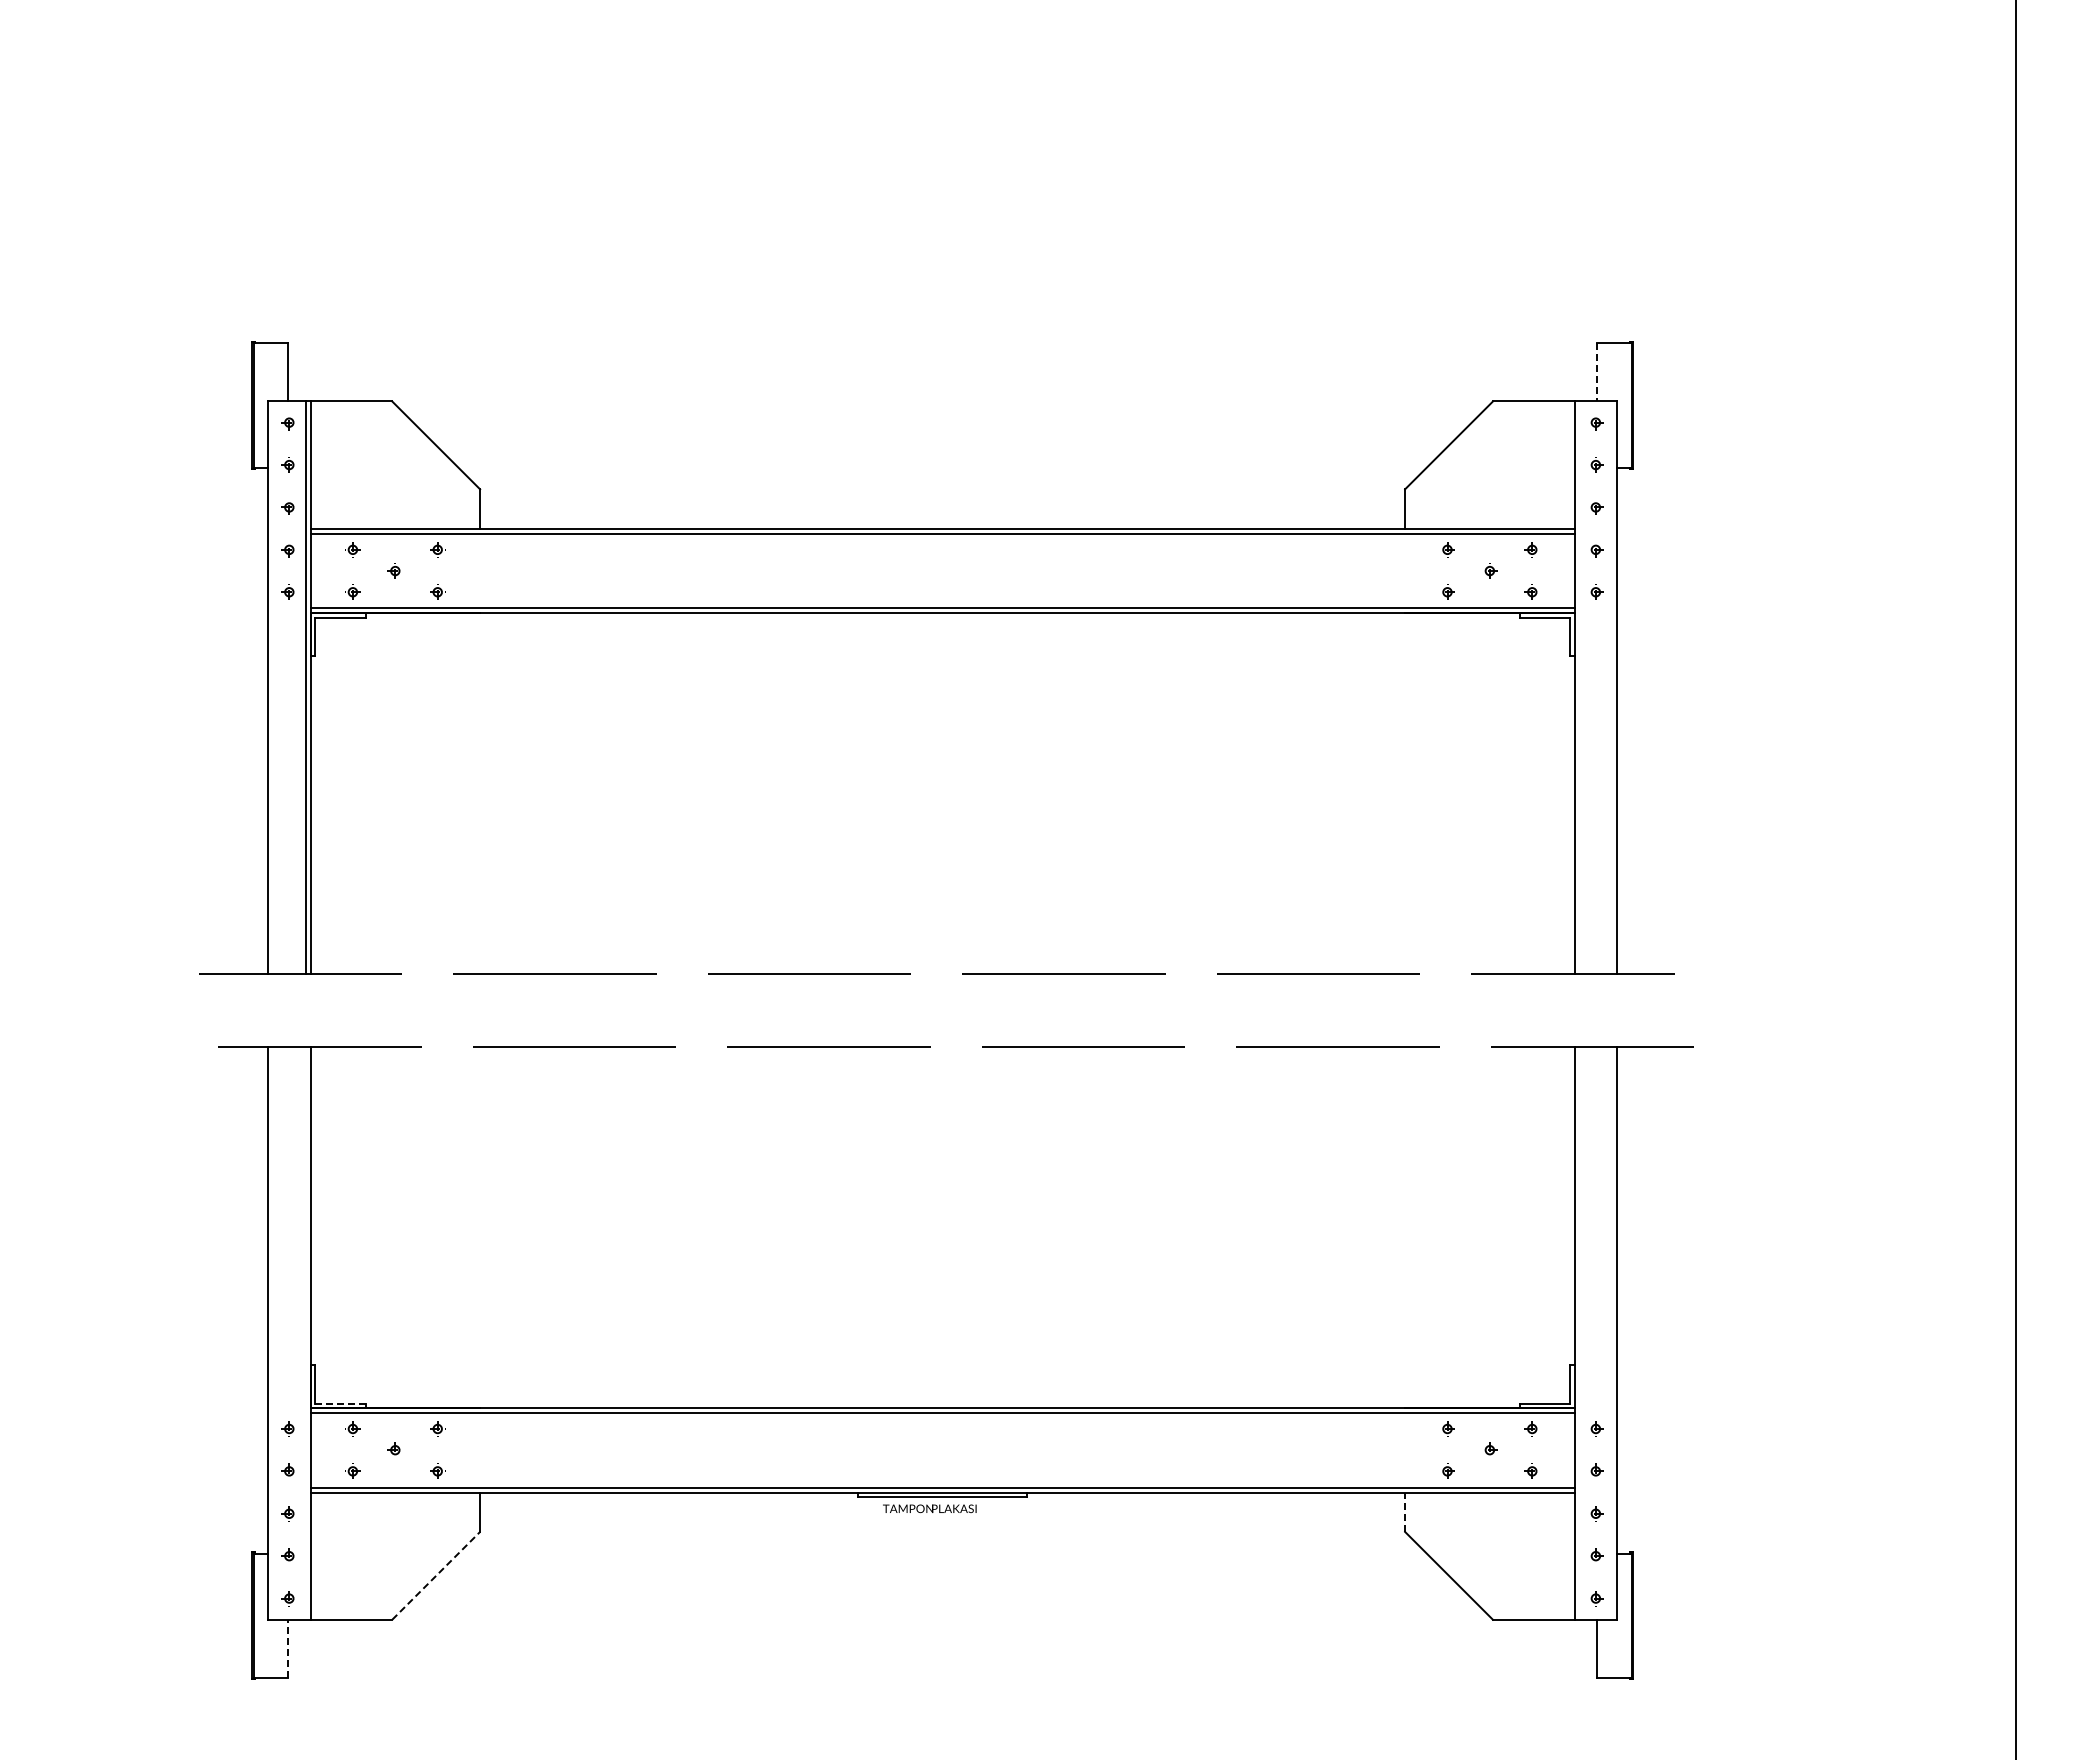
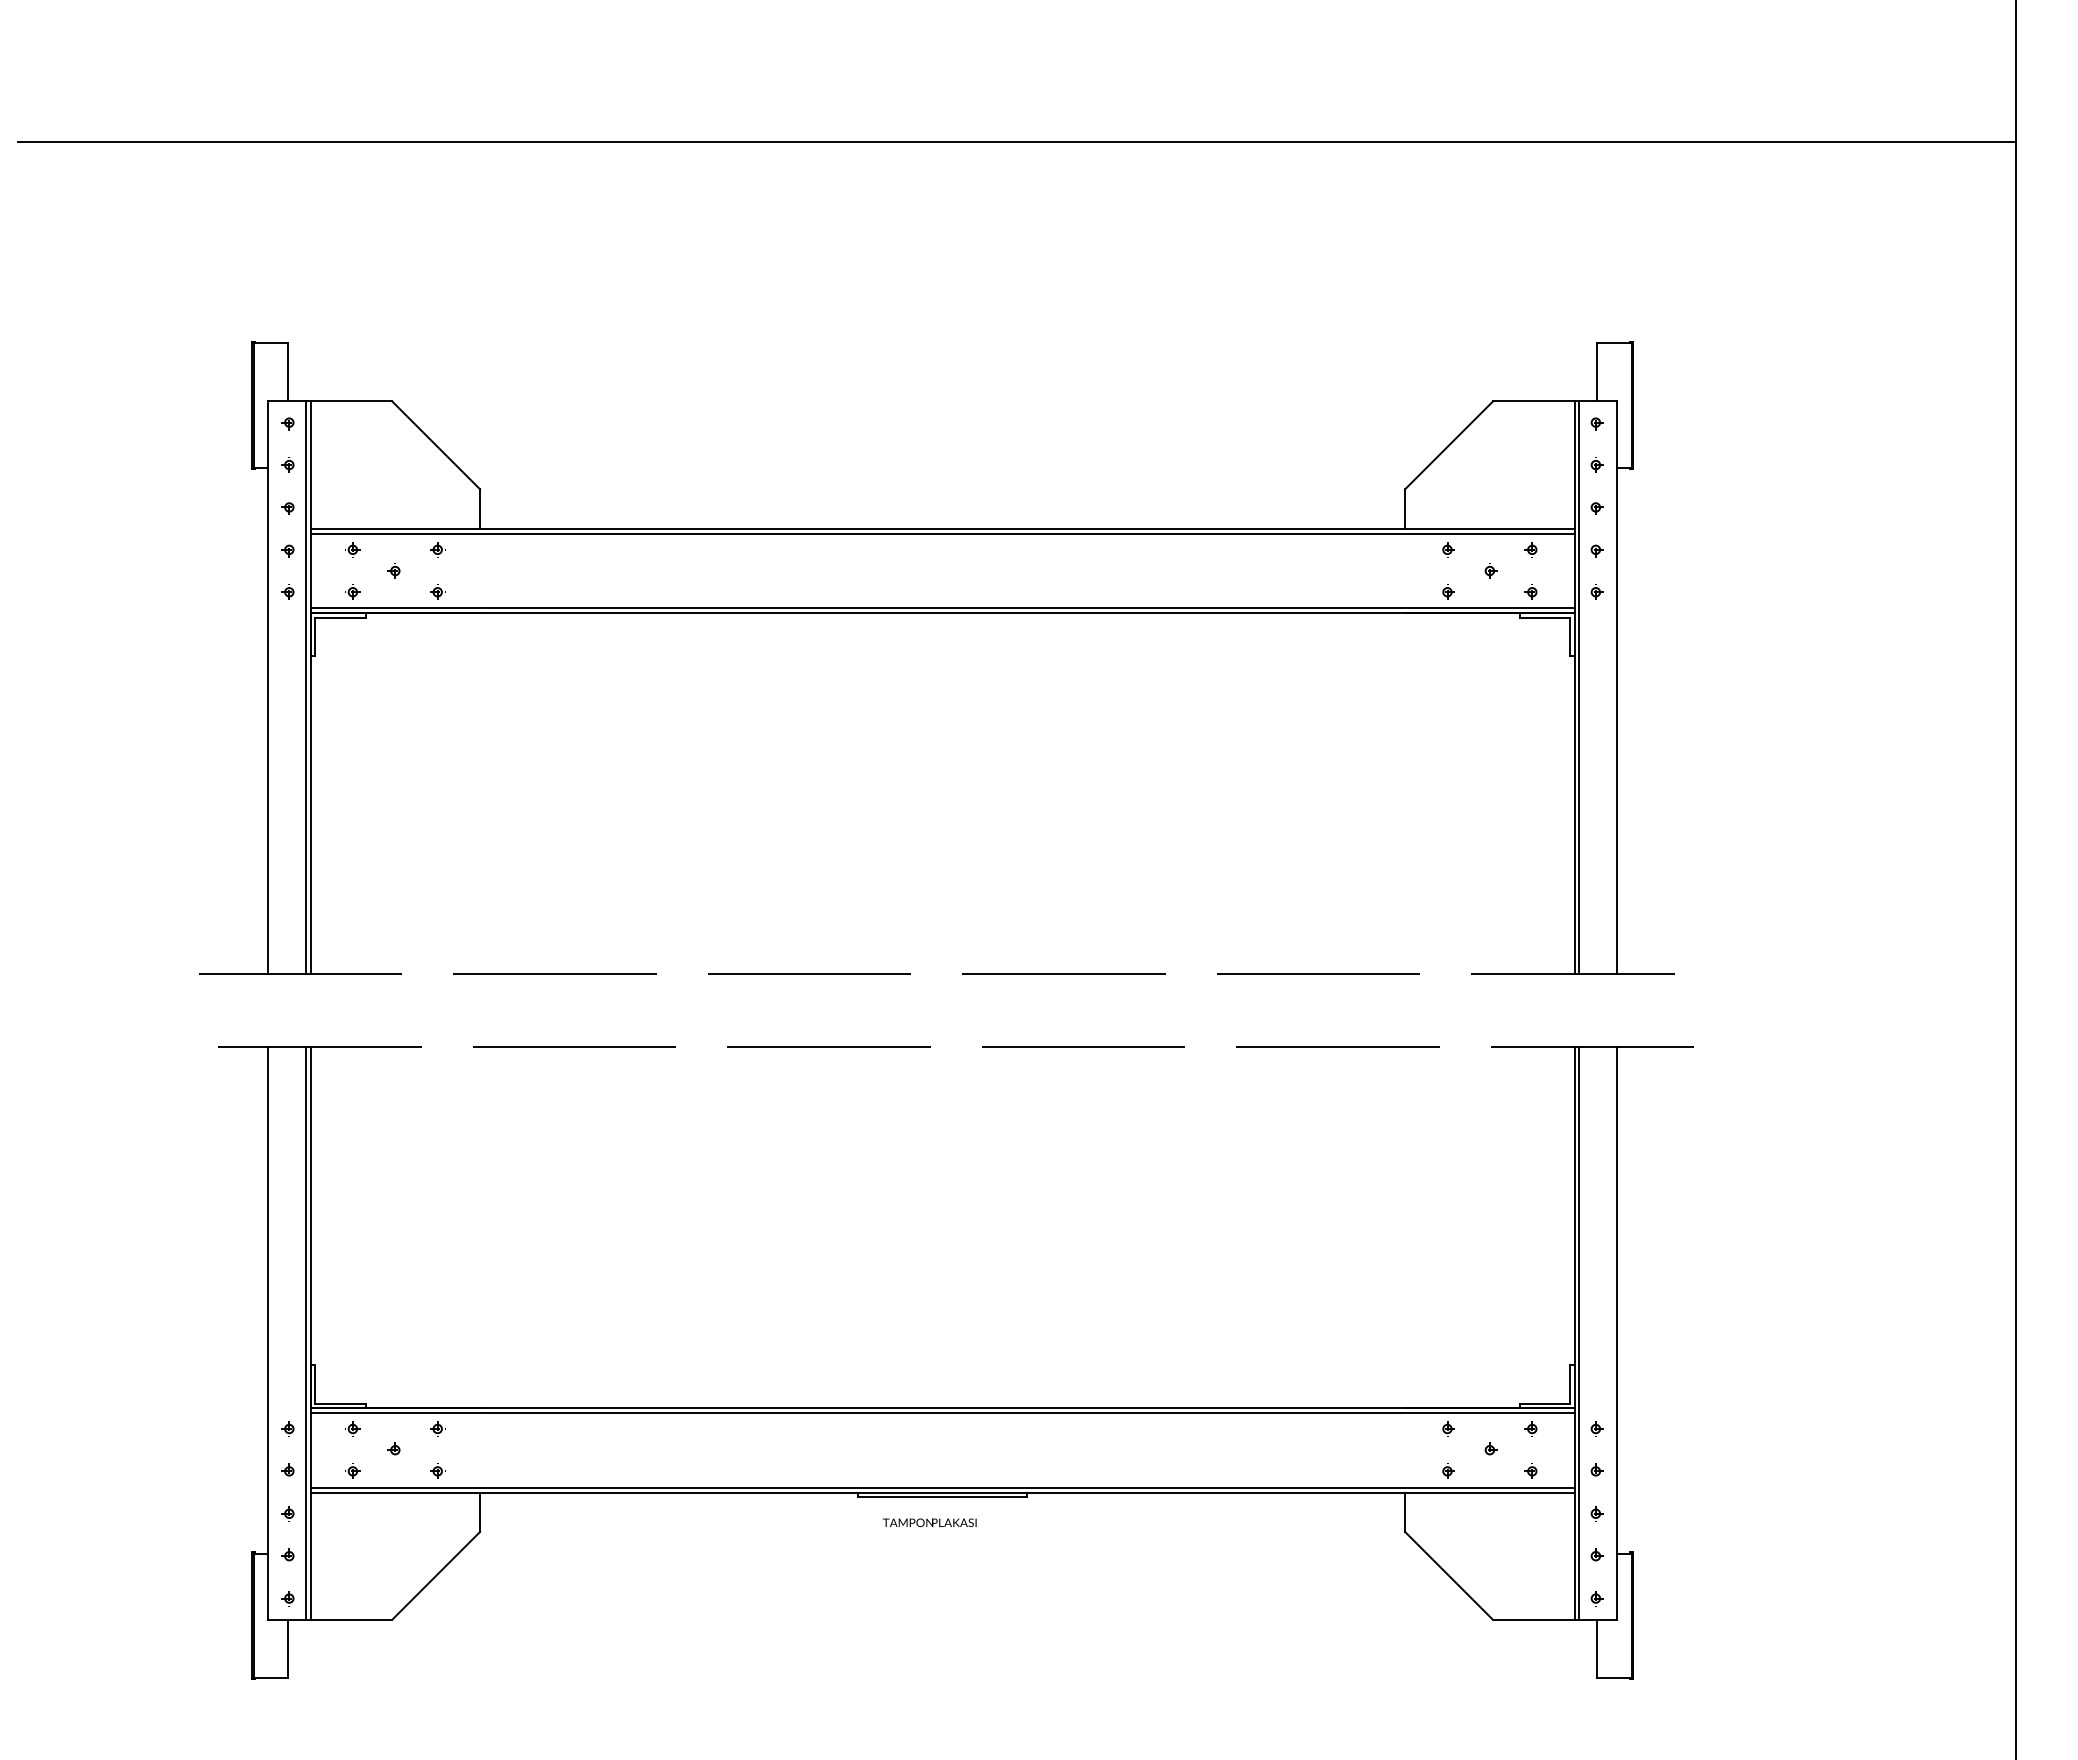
line at (1016, 142): none -> present
line at (1596, 372): dashed -> solid
line at (1578, 687): none -> present
line at (306, 1332): none -> present
line at (1578, 1332): none -> present
line at (340, 1403): dashed -> solid
text at (929, 1508) position: (929, 1508) -> (929, 1522)
line at (1405, 1512): dashed -> solid
line at (436, 1575): dashed -> solid
line at (288, 1648): dashed -> solid
